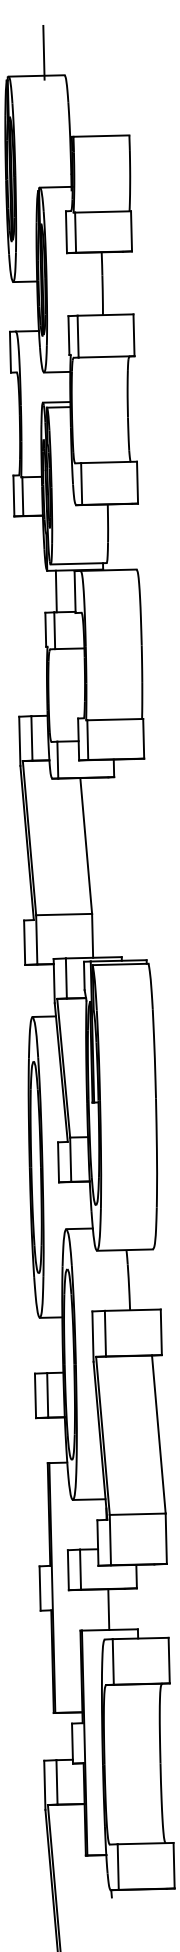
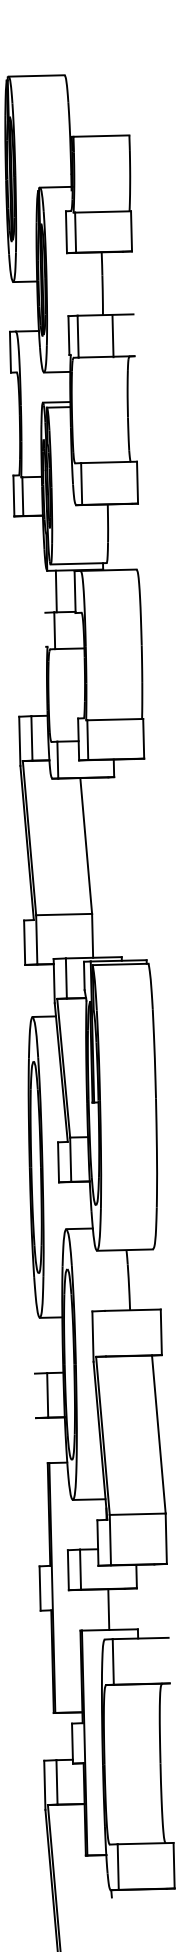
line at (43, 52): present -> none
line at (133, 335) position: (133, 335) -> (112, 336)
line at (45, 629): present -> none
line at (104, 1333): present -> none
line at (35, 1395): present -> none
line at (168, 1660): present -> none
